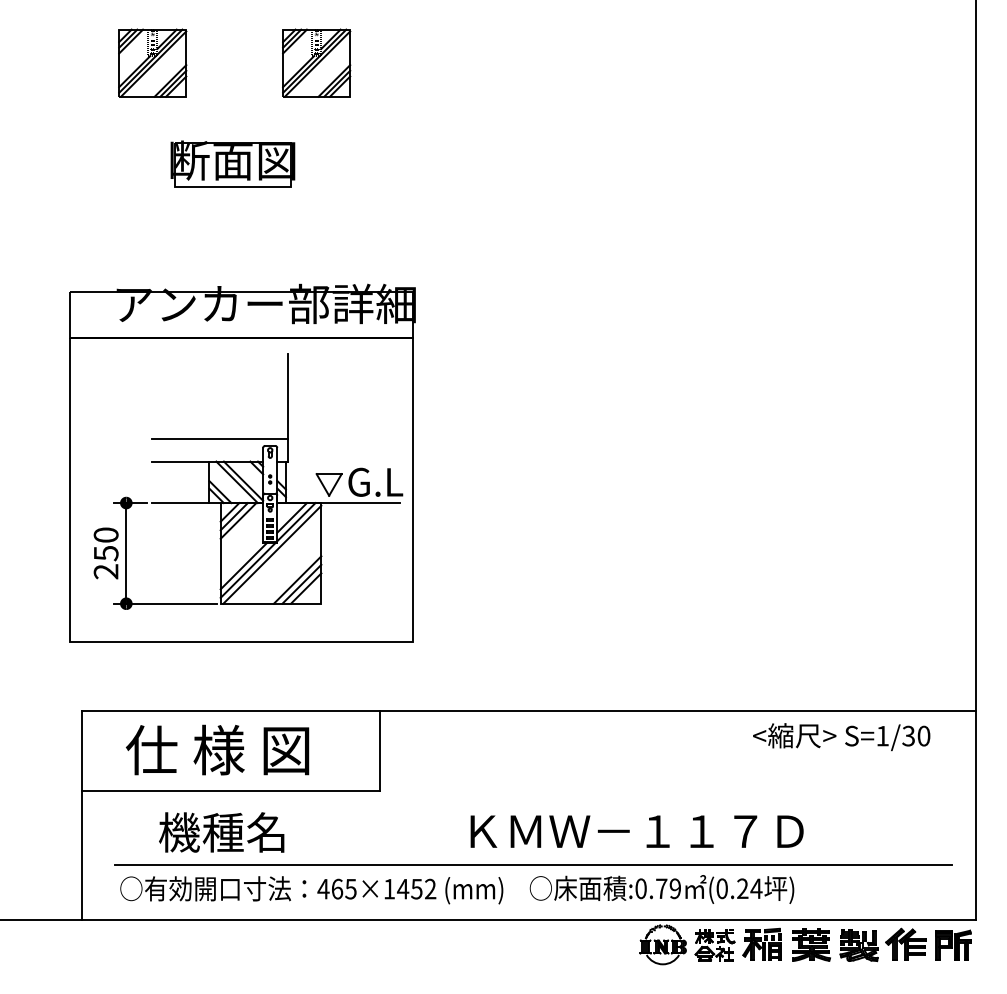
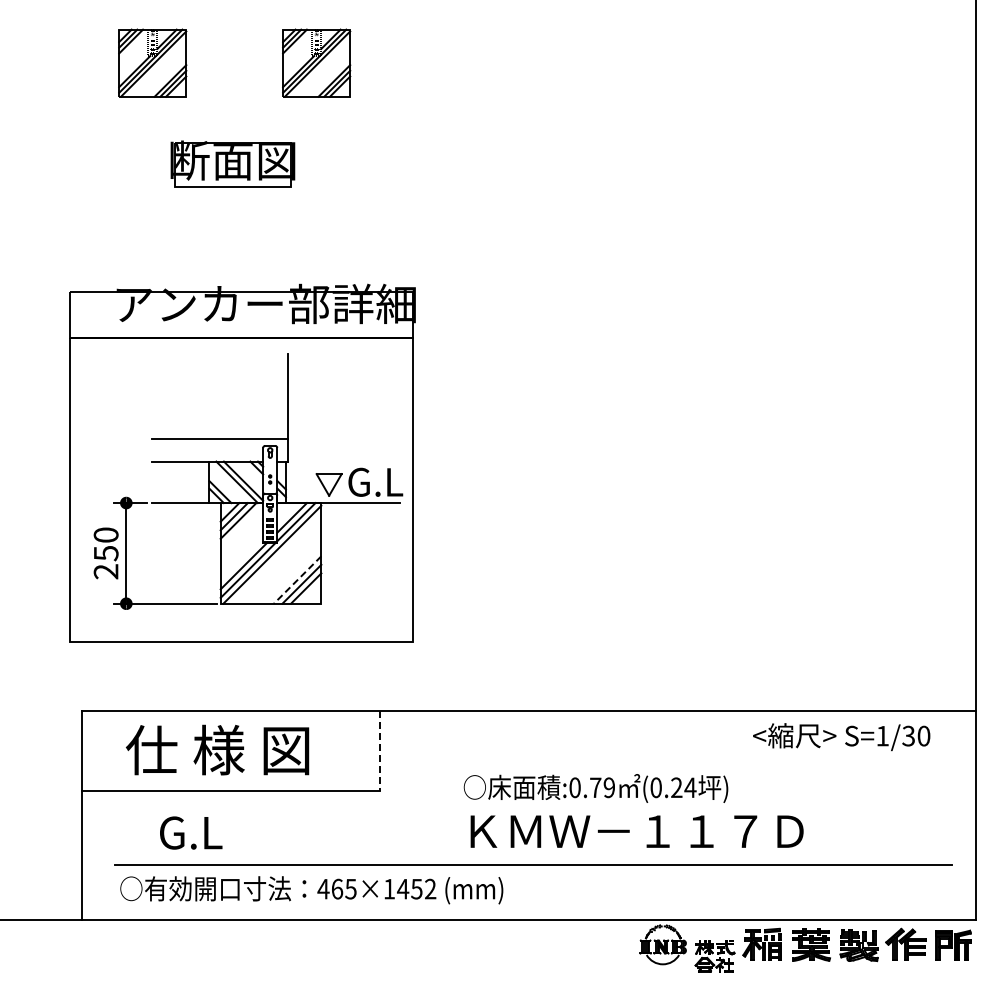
line at (297, 580): solid -> dashed
line at (380, 751): solid -> dashed
text at (221, 832): 機種名 -> G.L
text at (661, 889) position: (661, 889) -> (595, 788)
part at (714, 945) position: (714, 945) -> (714, 956)
